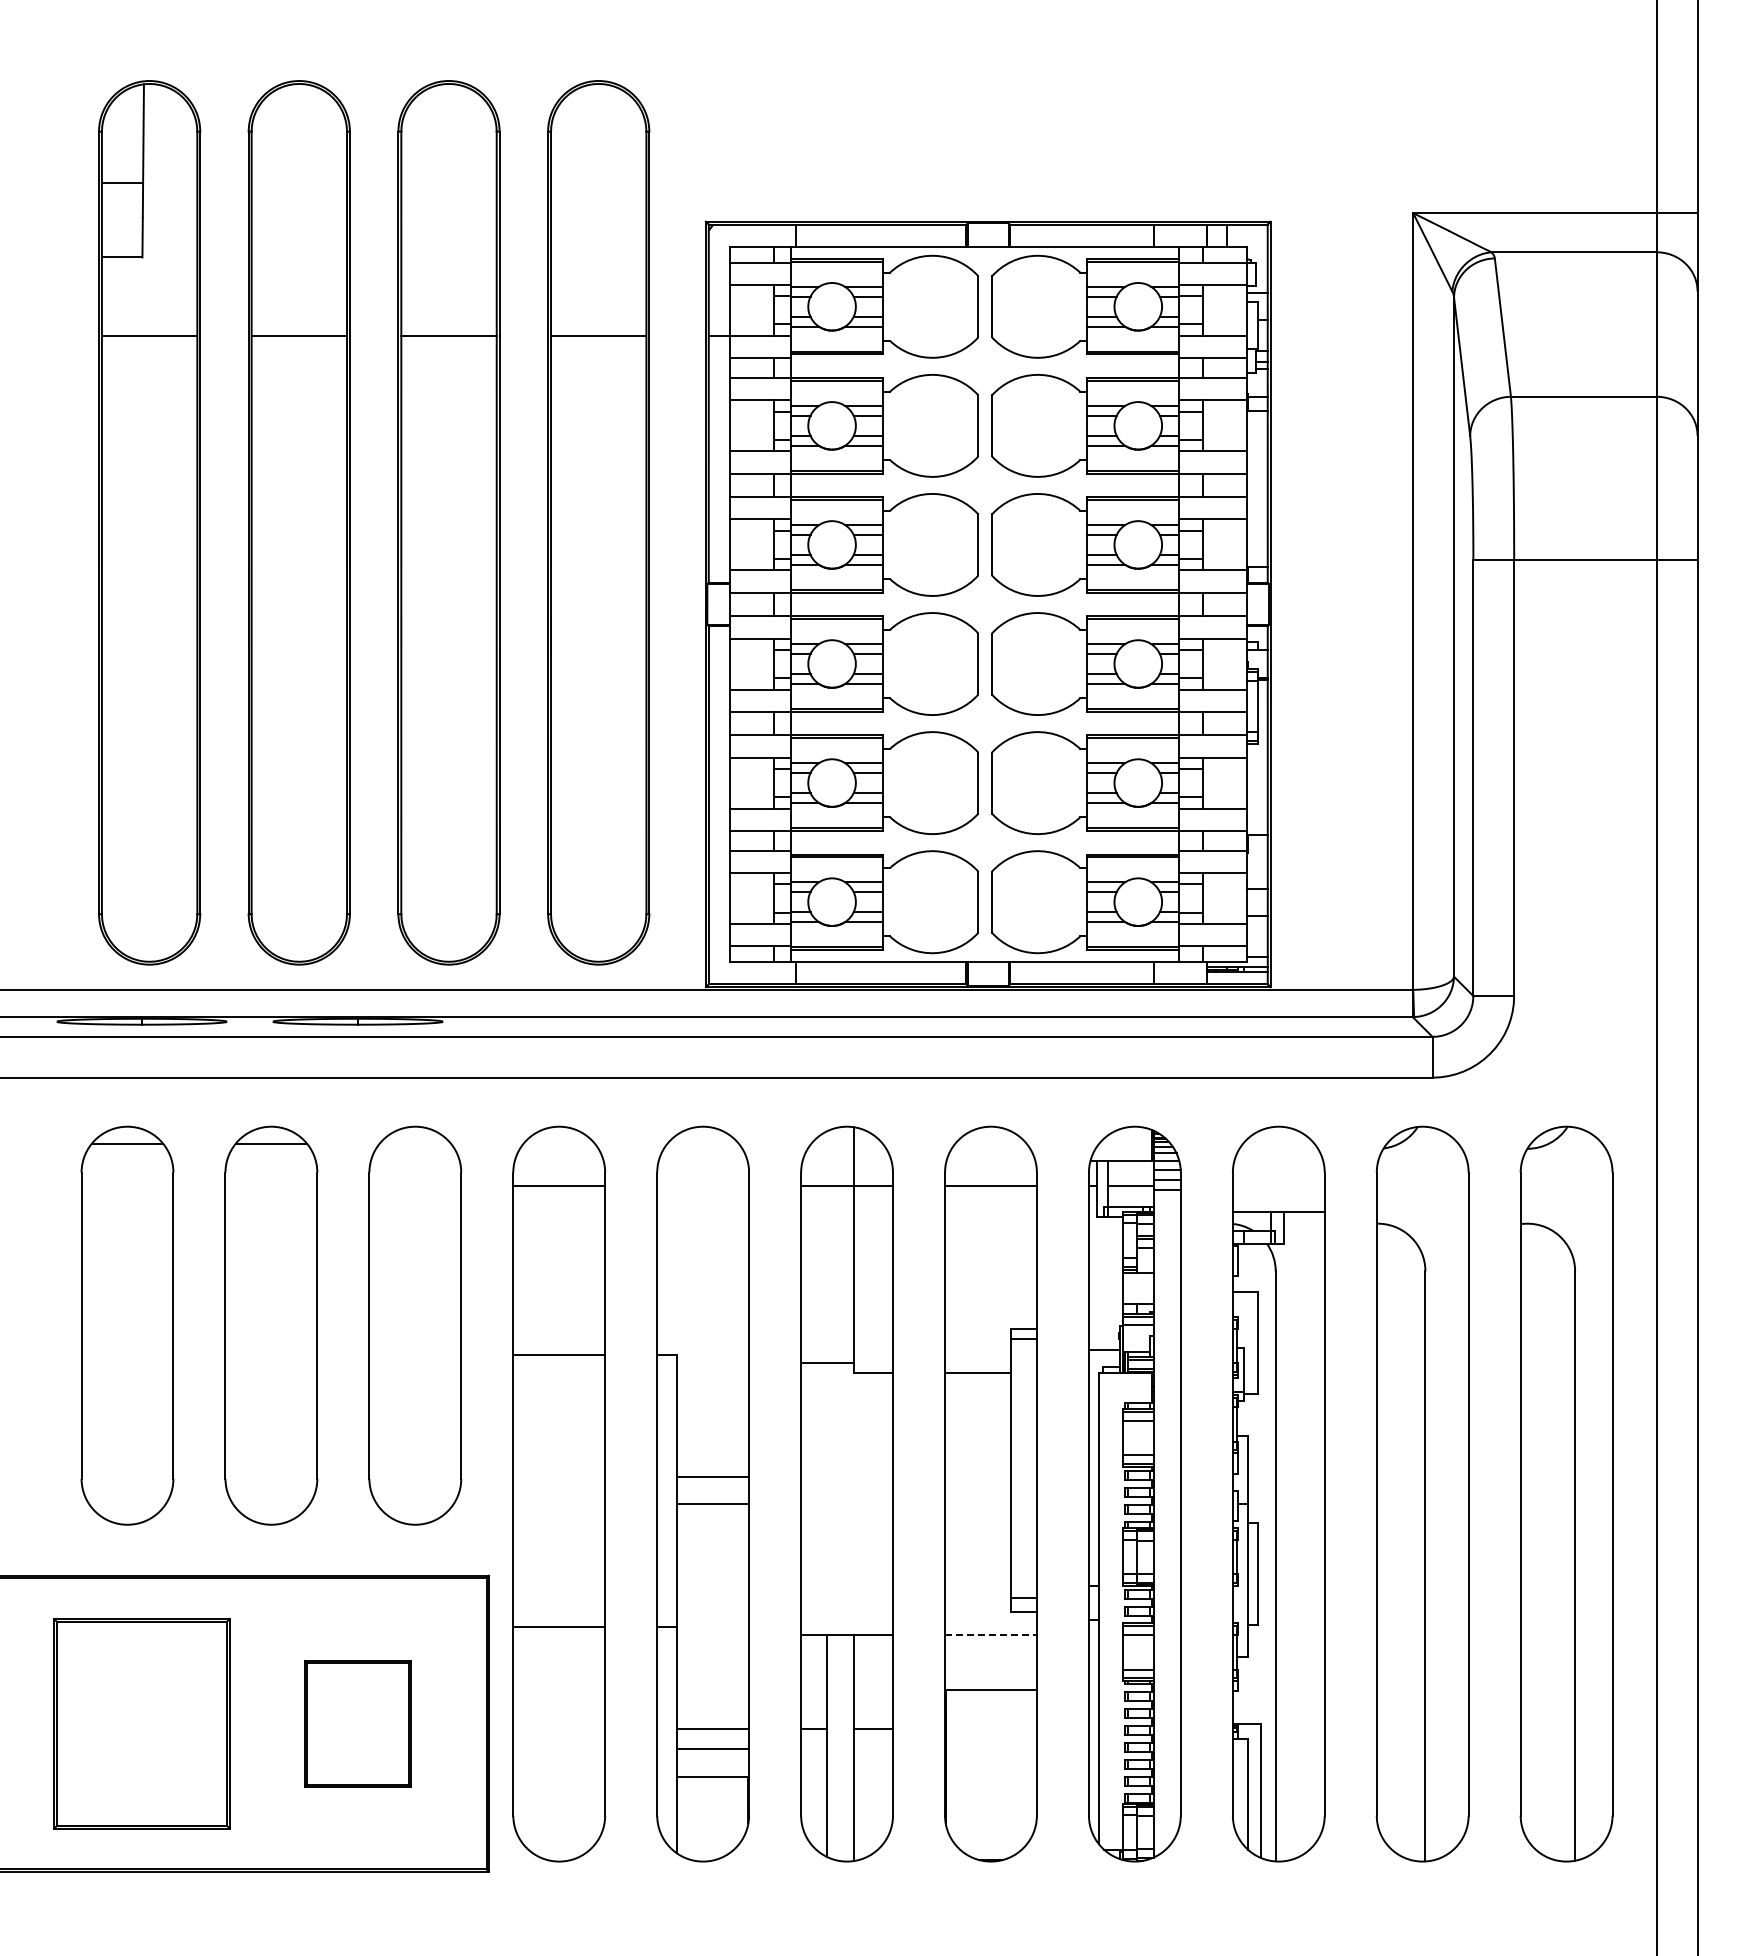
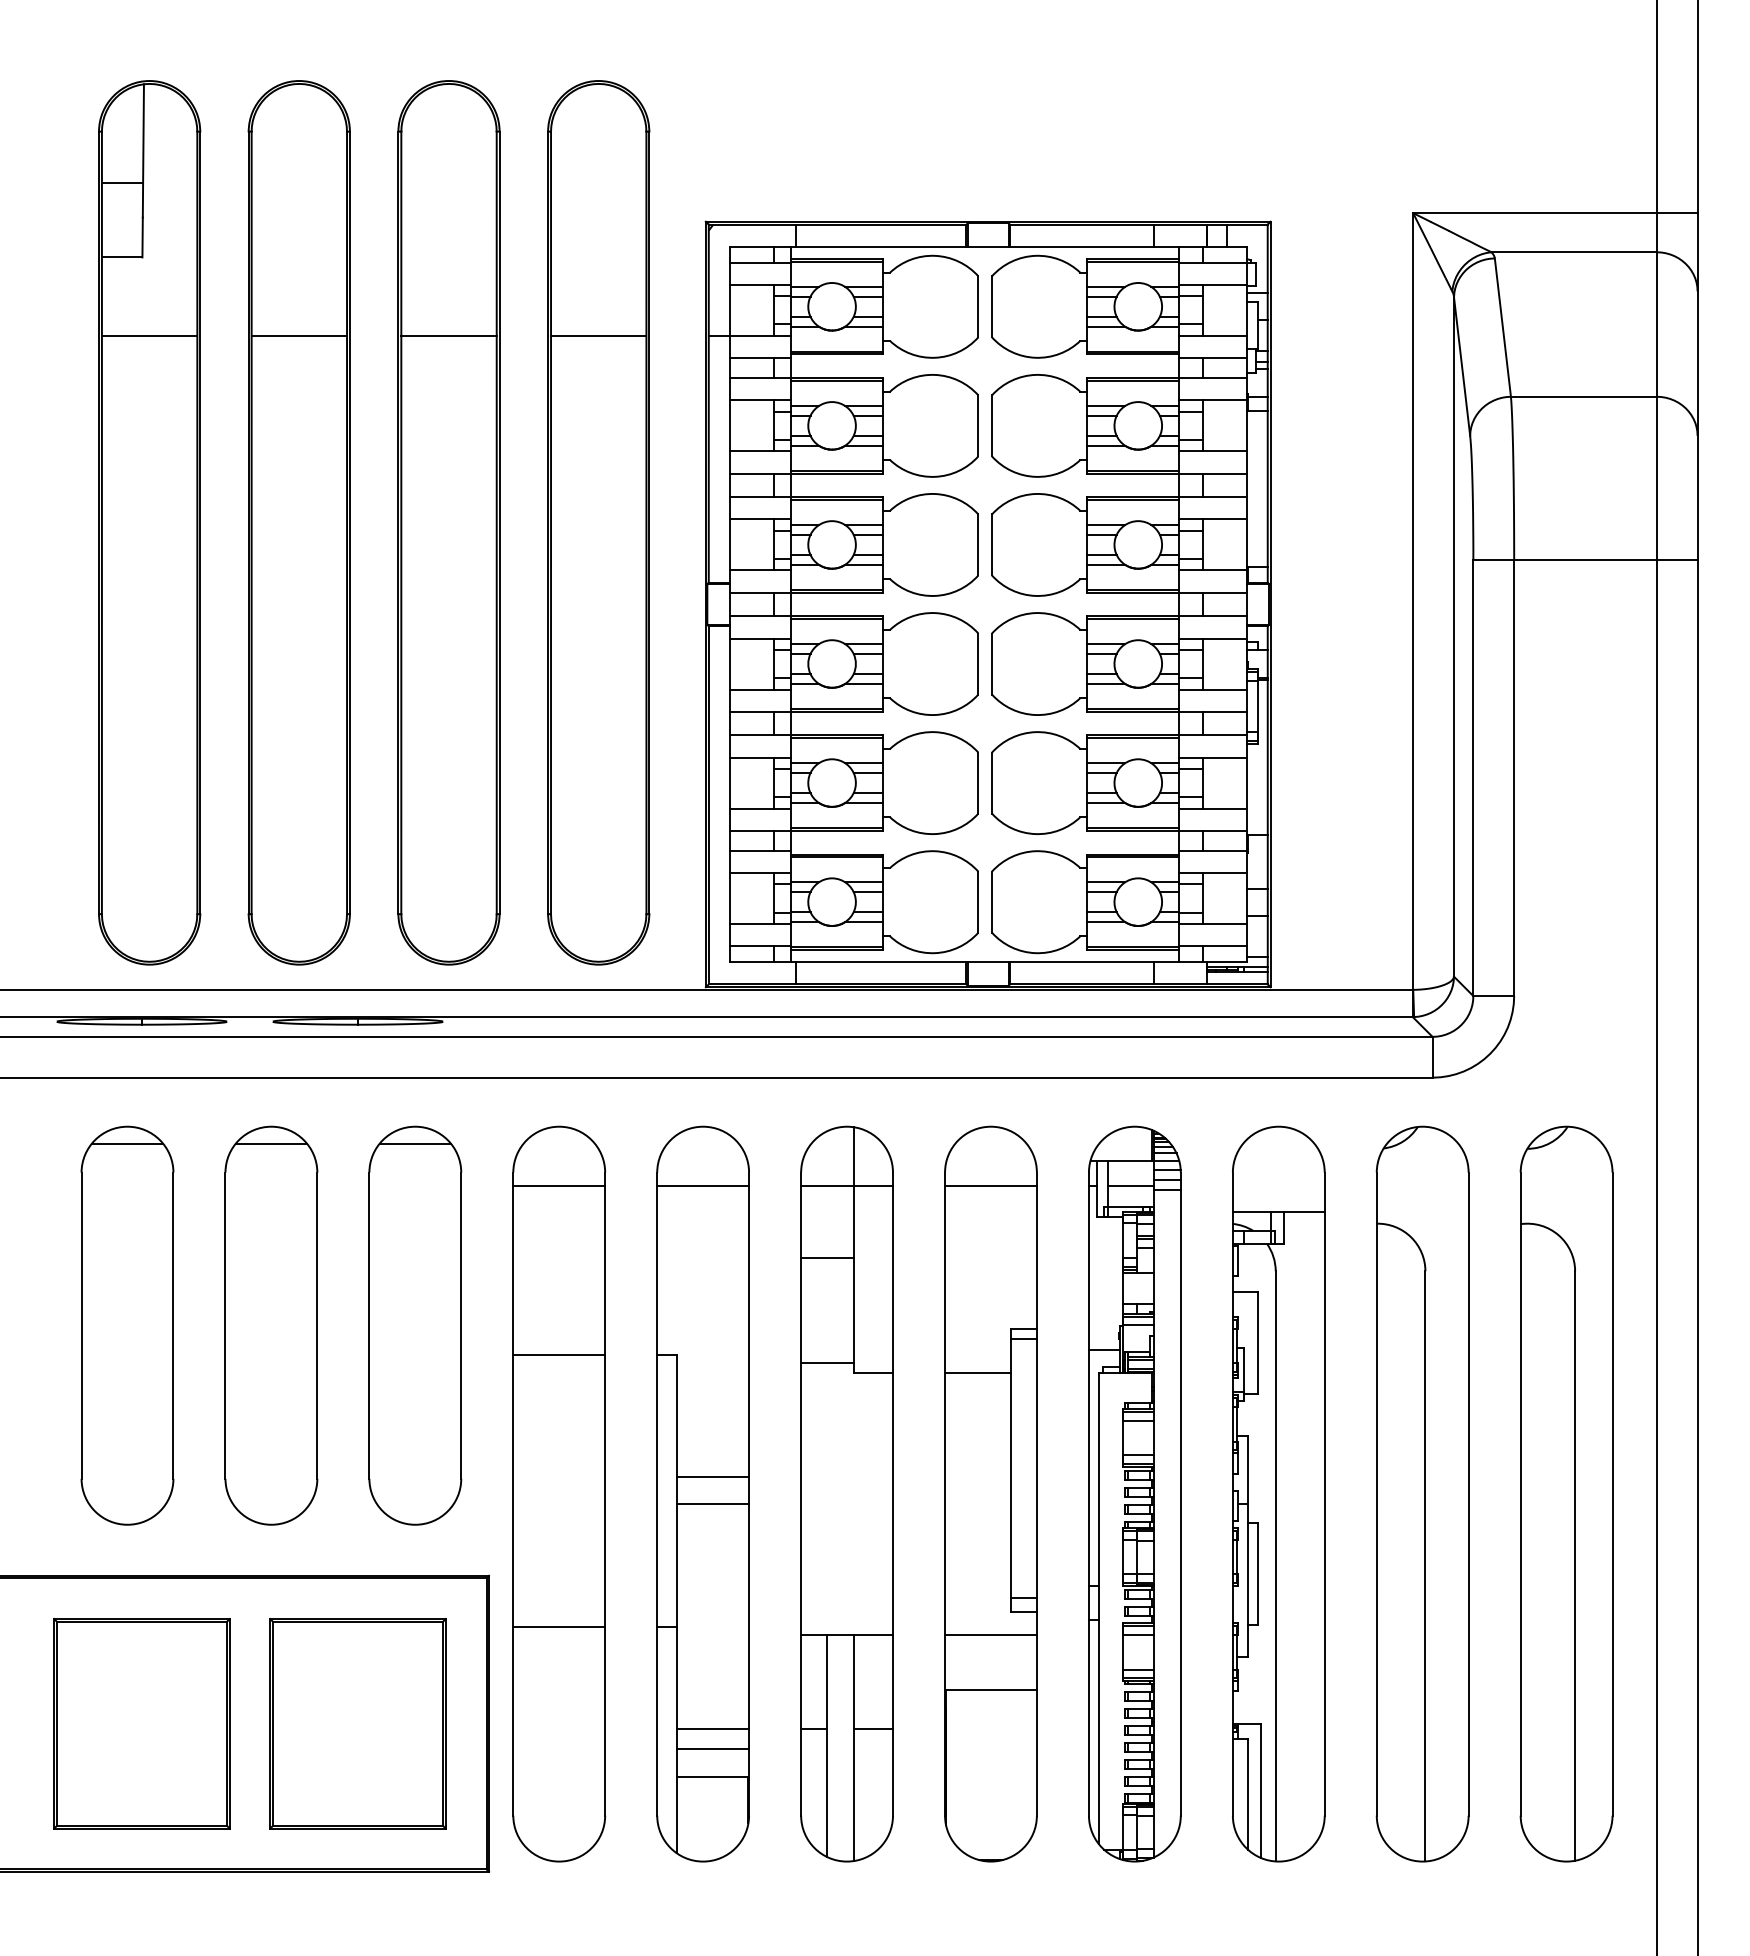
line at (414, 1143): none -> present
line at (703, 1186): none -> present
line at (827, 1257): none -> present
line at (990, 1635): dashed -> solid
part at (357, 1723) size: 108x128 px -> 178x212 px
